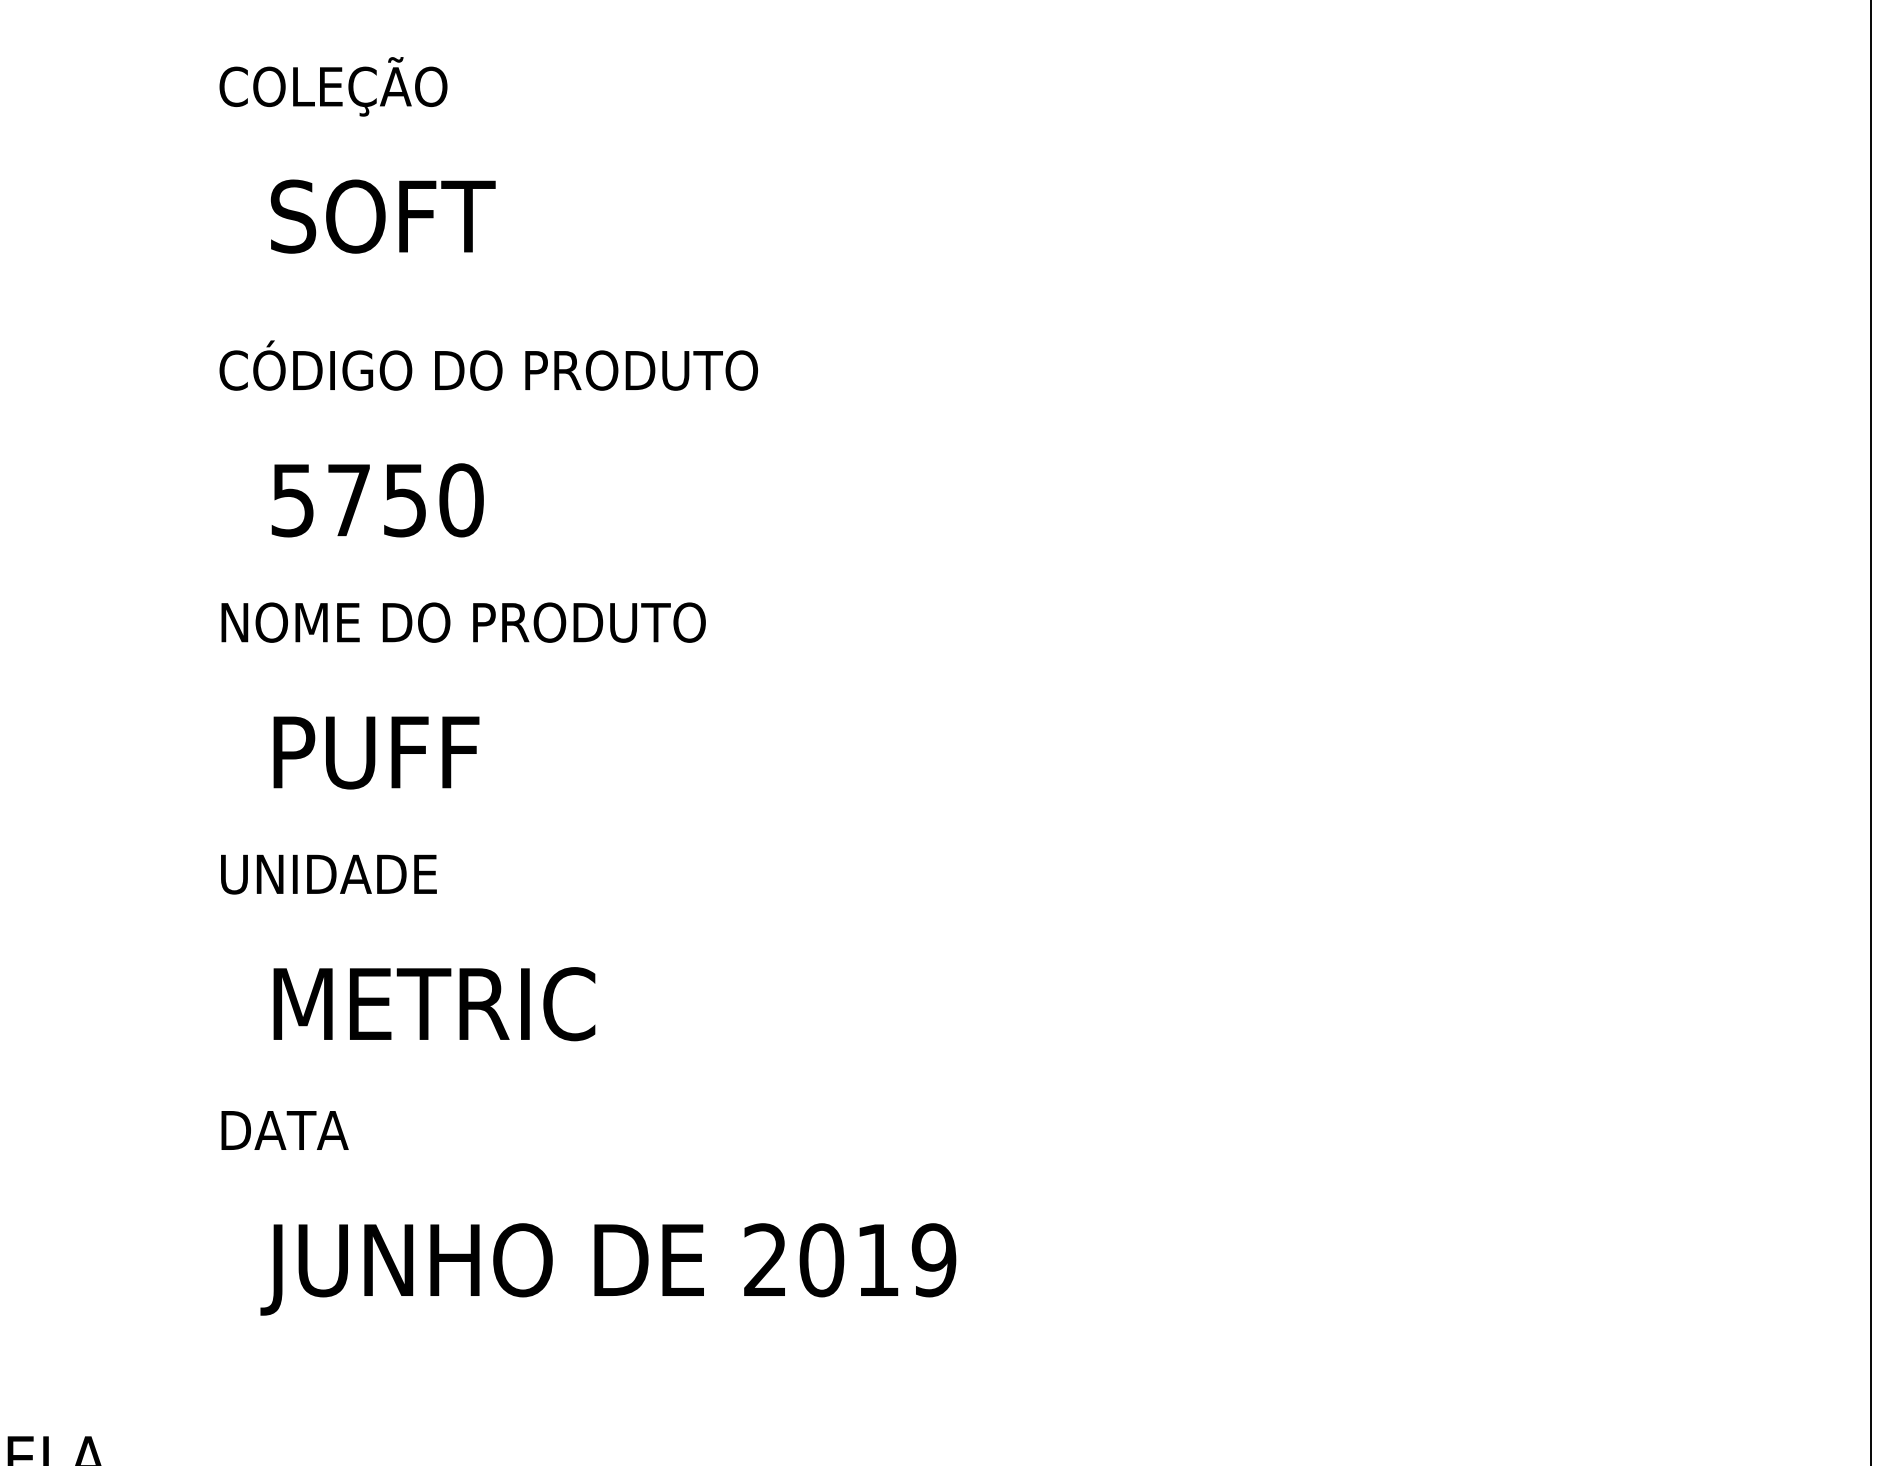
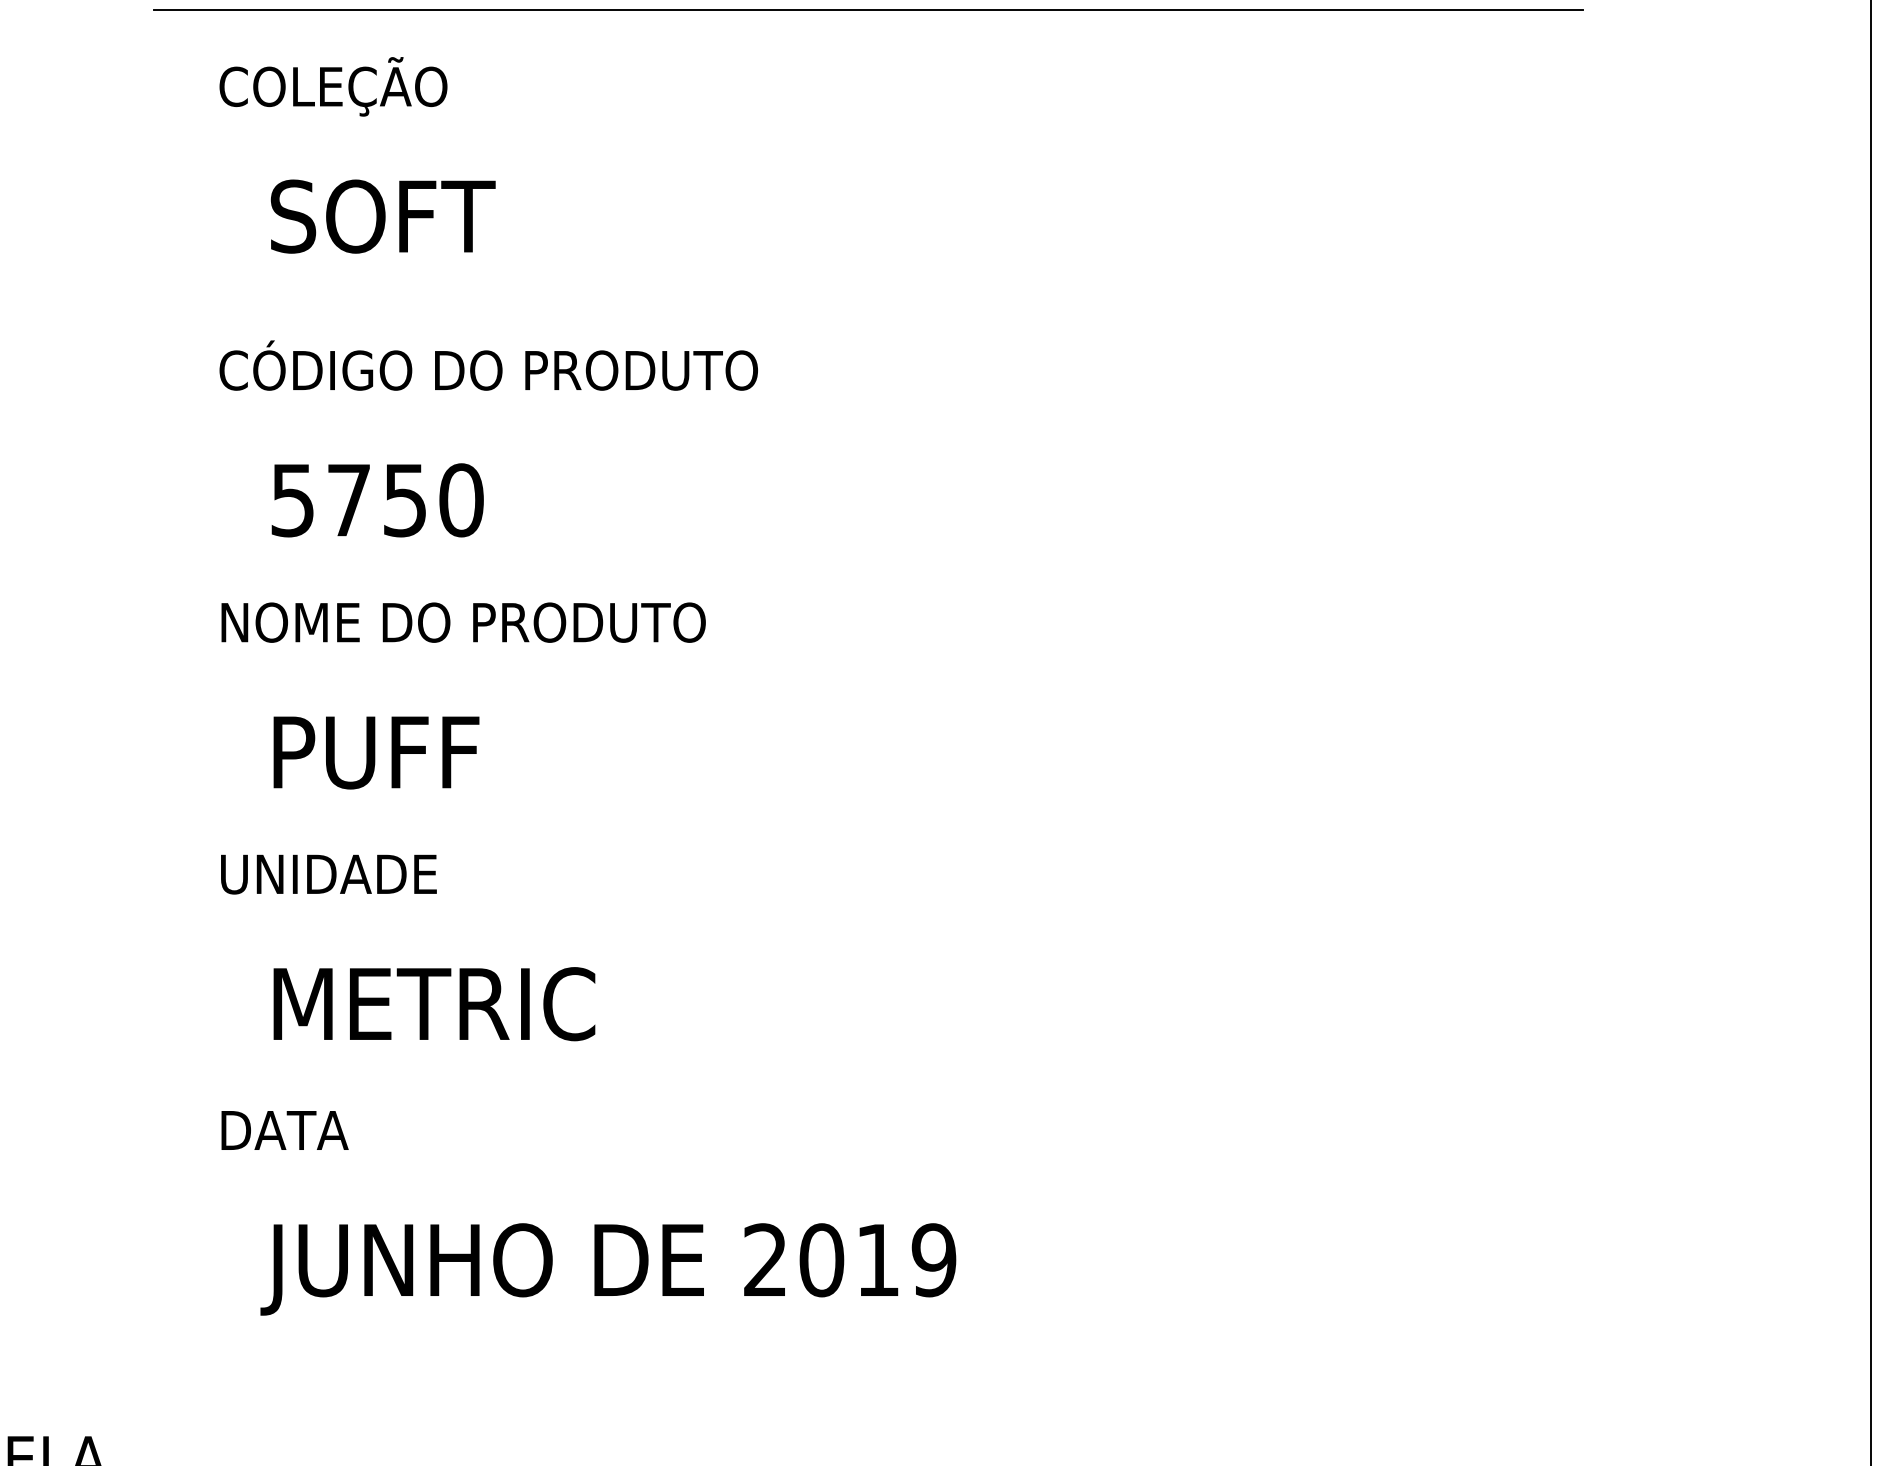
line at (868, 10): none -> present
